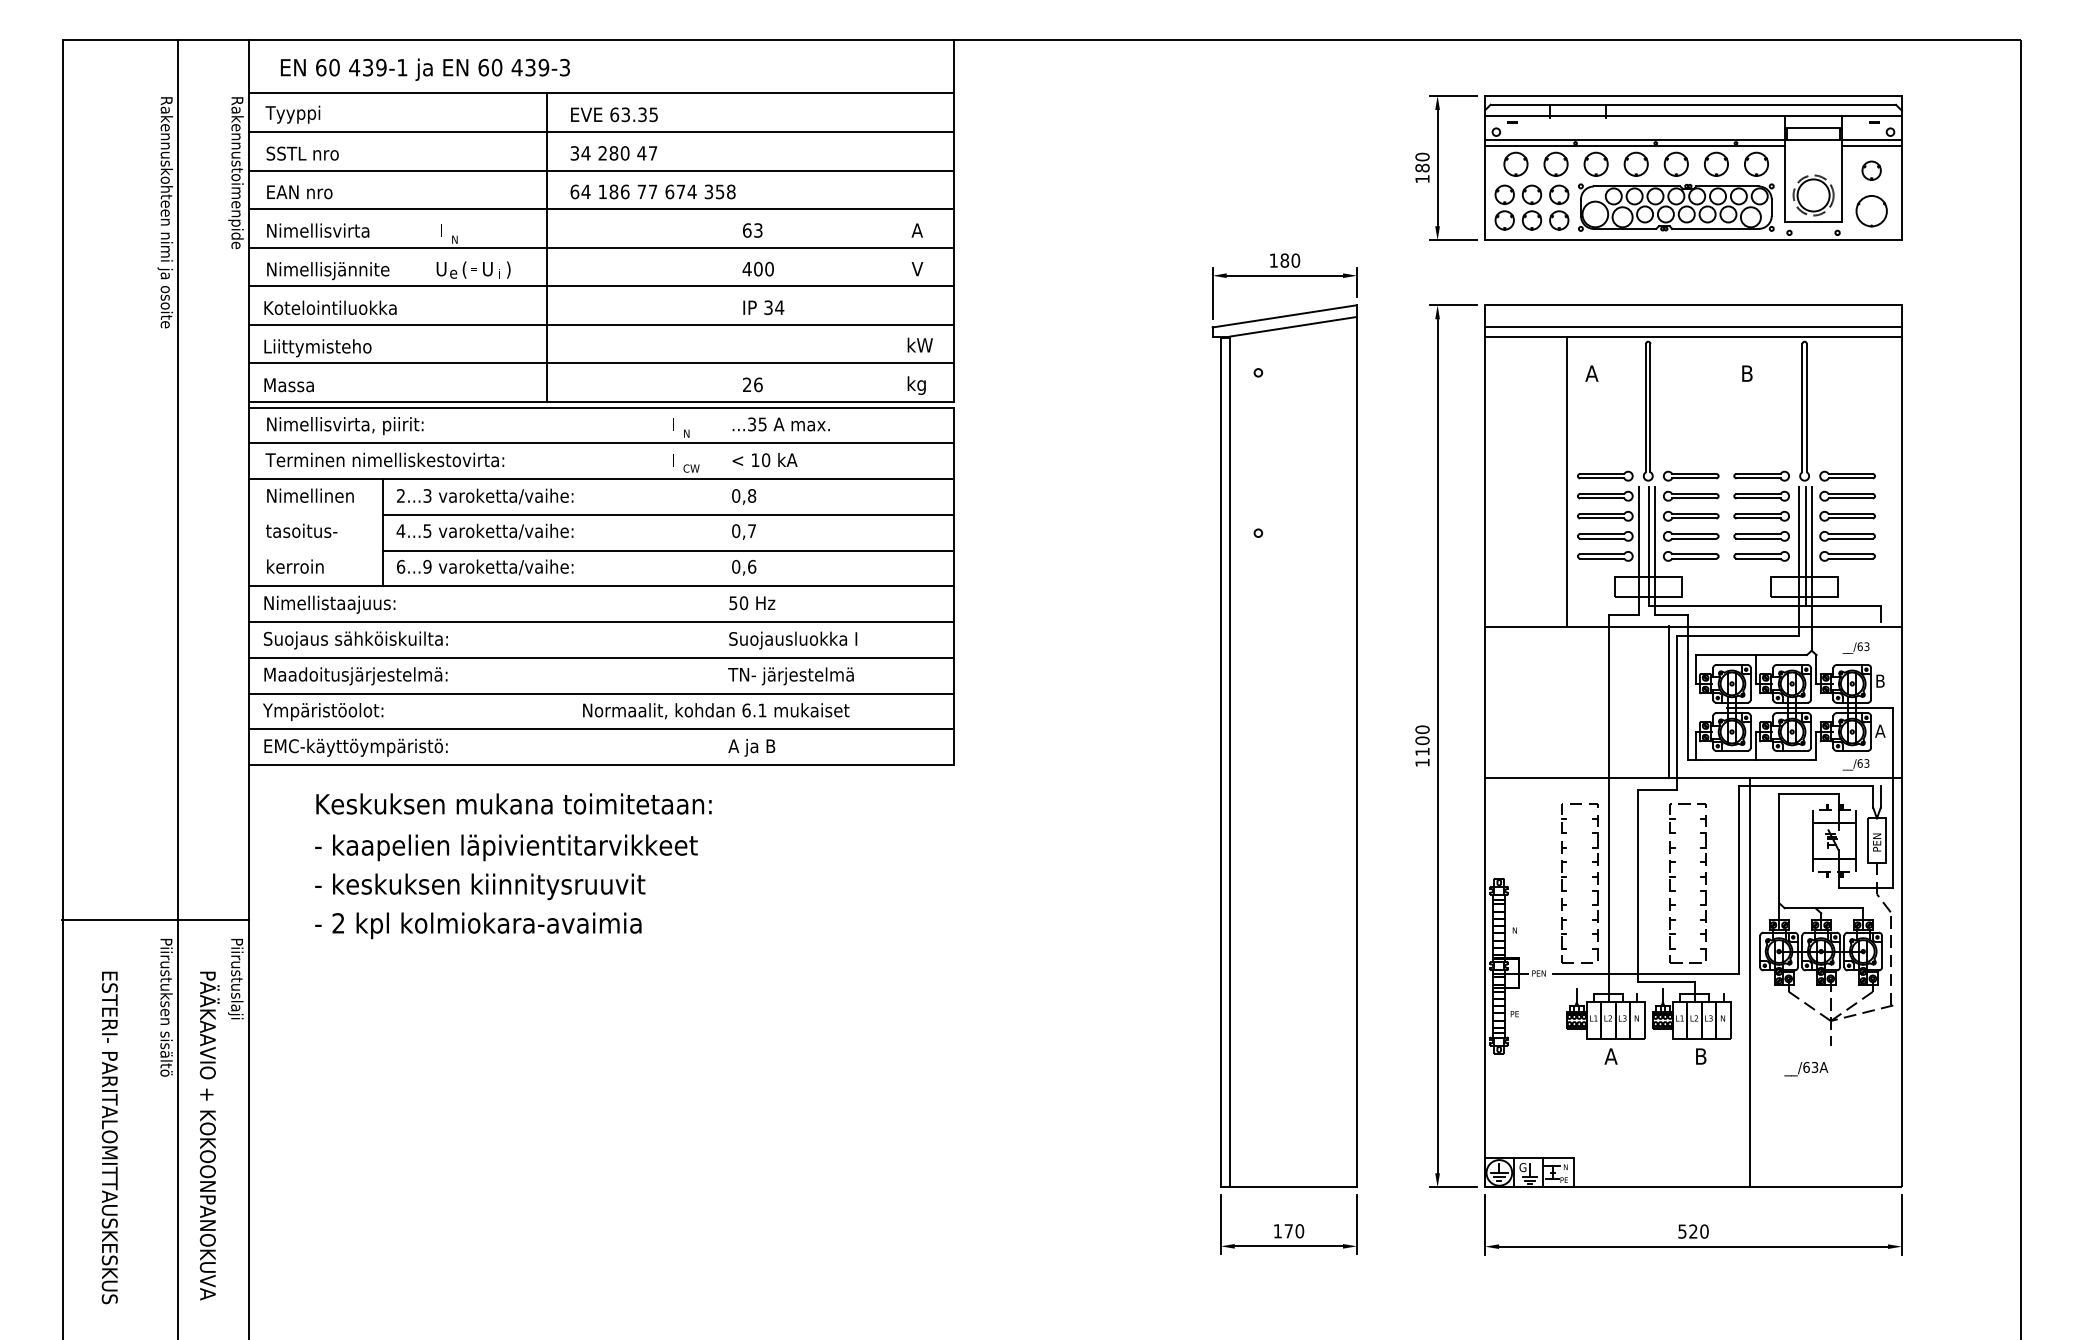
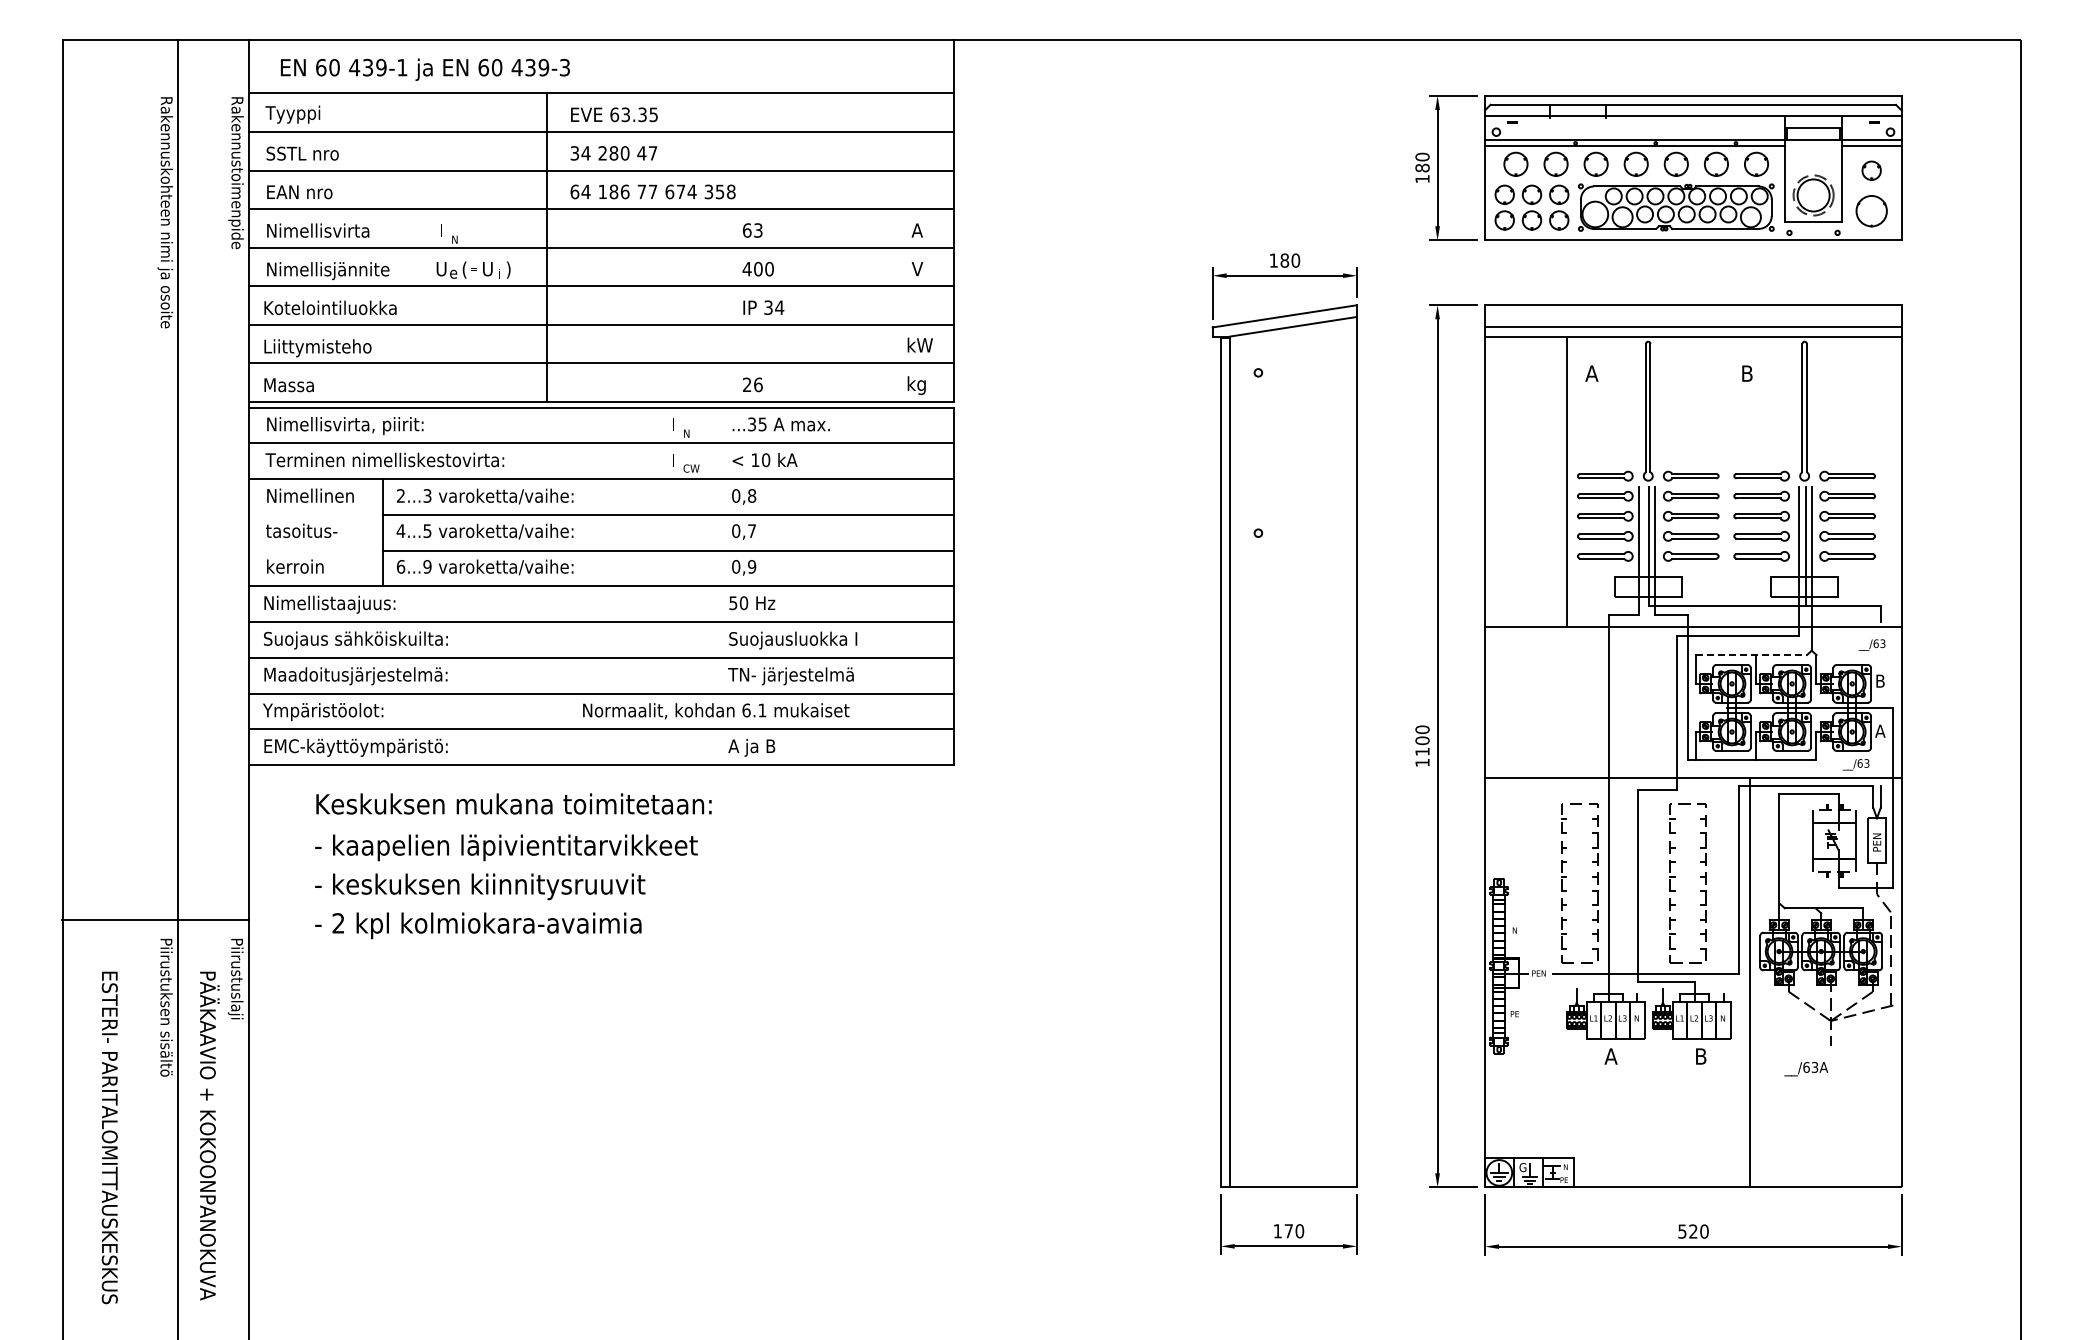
text at (752, 566): 0,6 -> 0,9
text at (1855, 647) position: (1855, 647) -> (1871, 644)
line at (1752, 654): solid -> dashed
line at (1669, 702): present -> none
